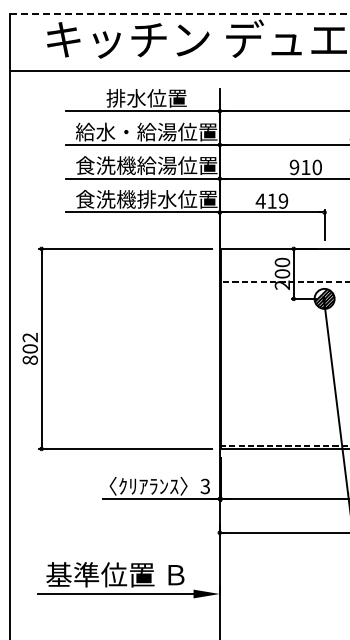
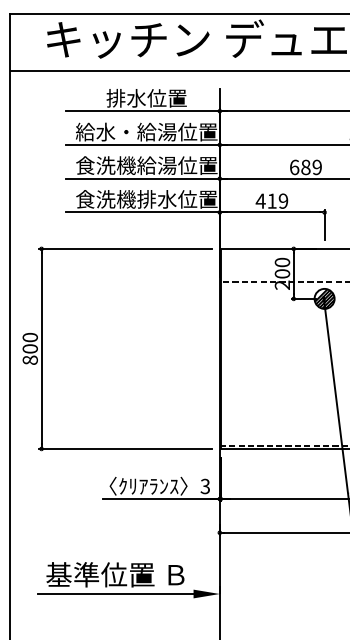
line at (180, 14): dashed -> solid
text at (305, 167): 910 -> 689
text at (29, 337): 802 -> 800
